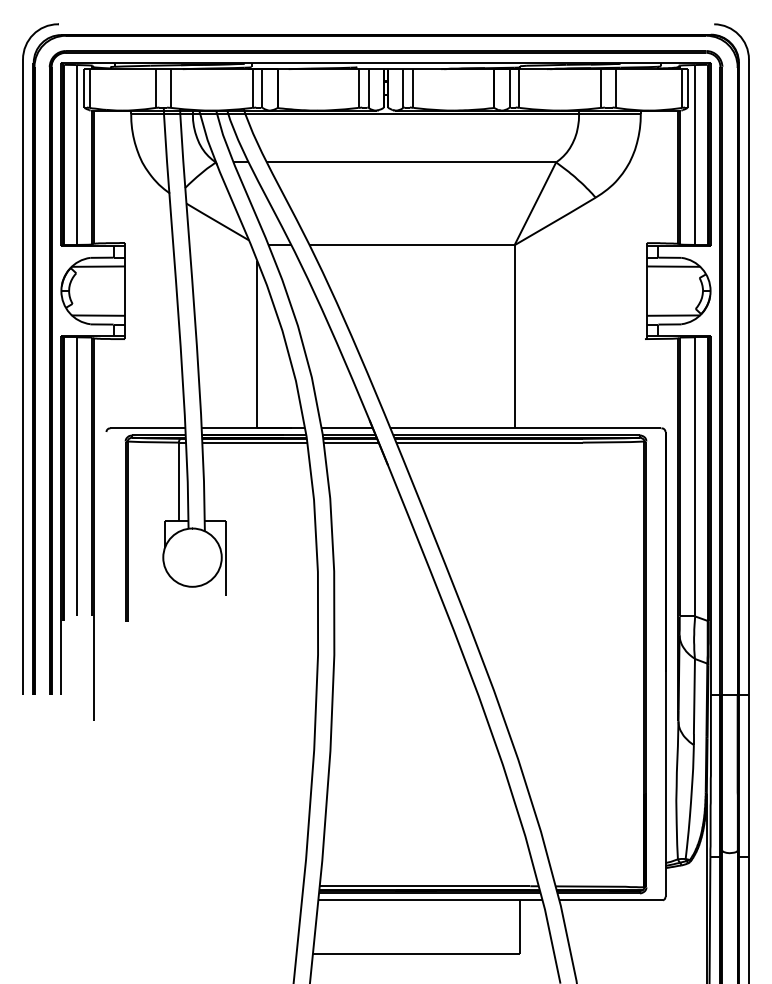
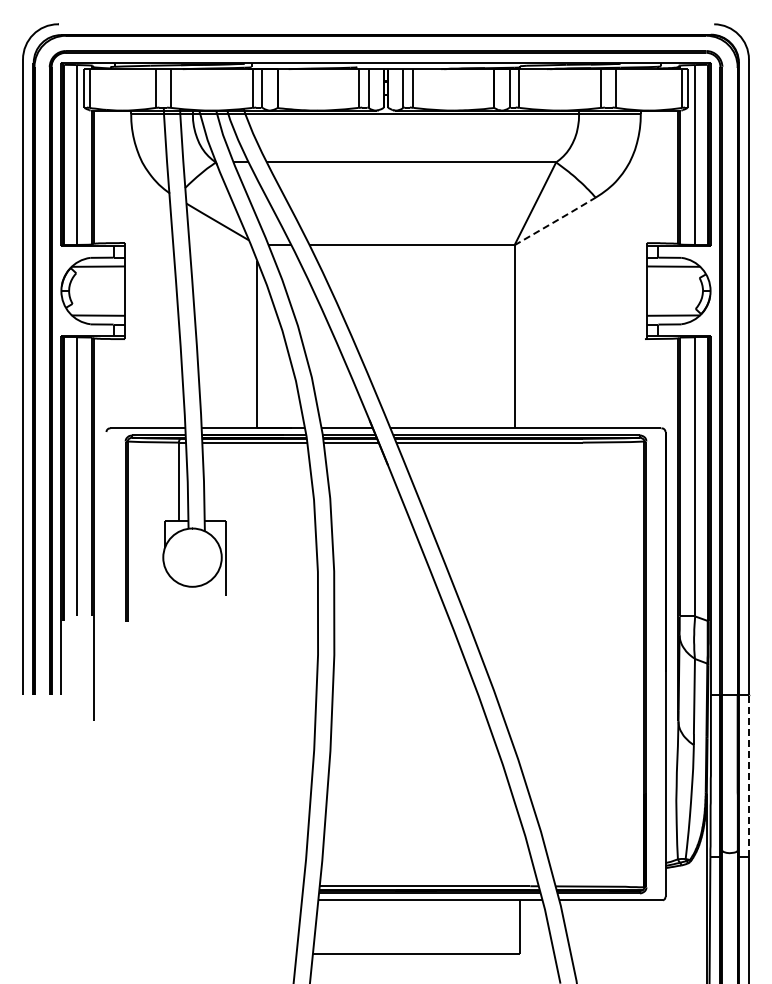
line at (555, 221): solid -> dashed
line at (748, 775): solid -> dashed
